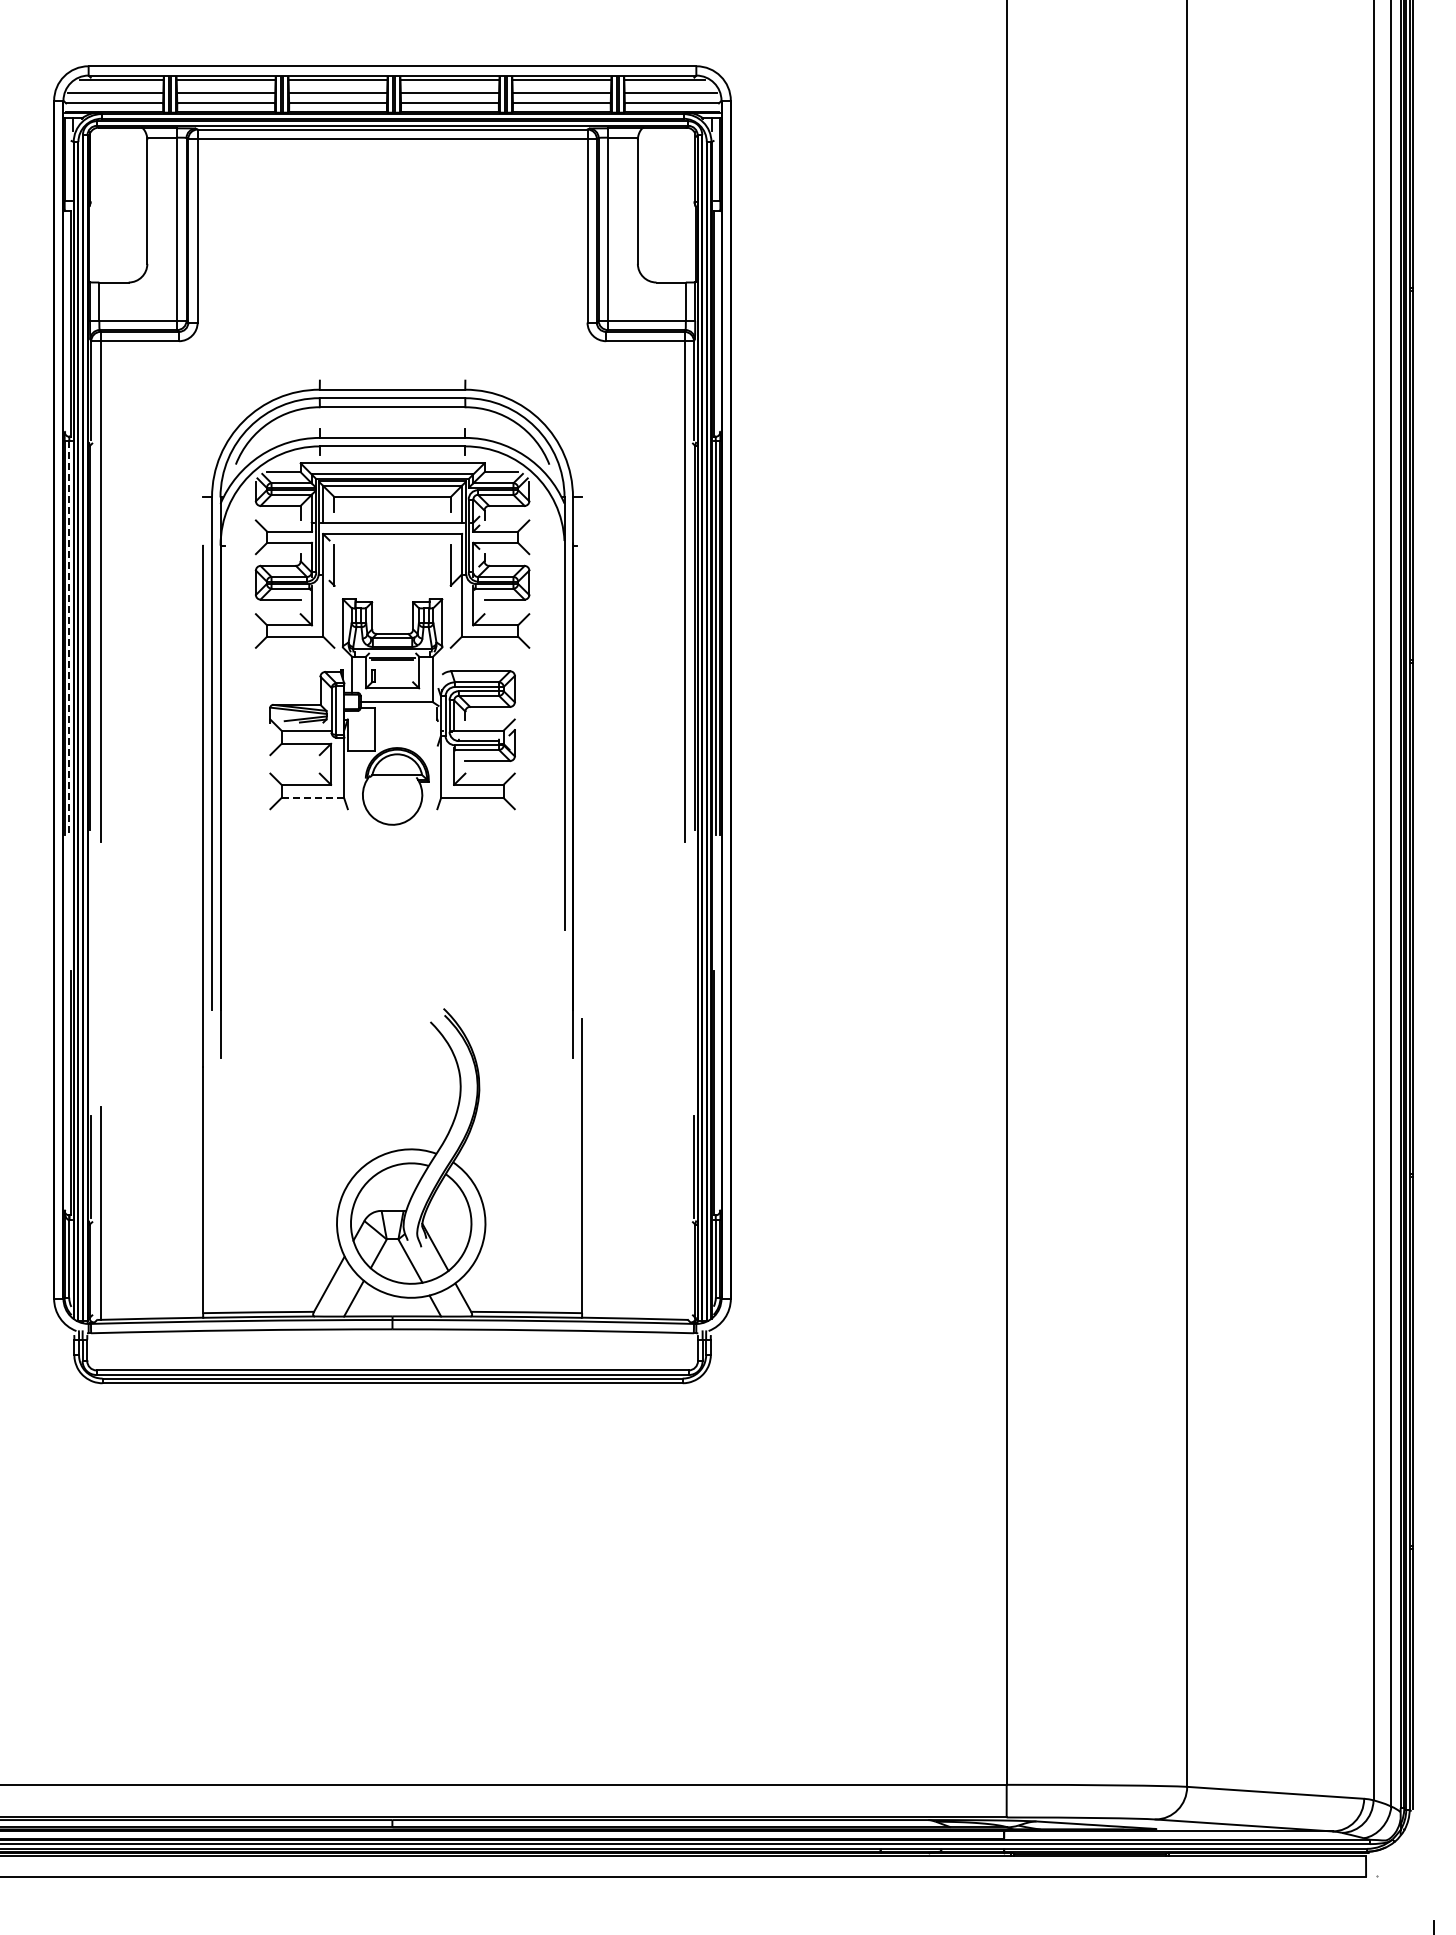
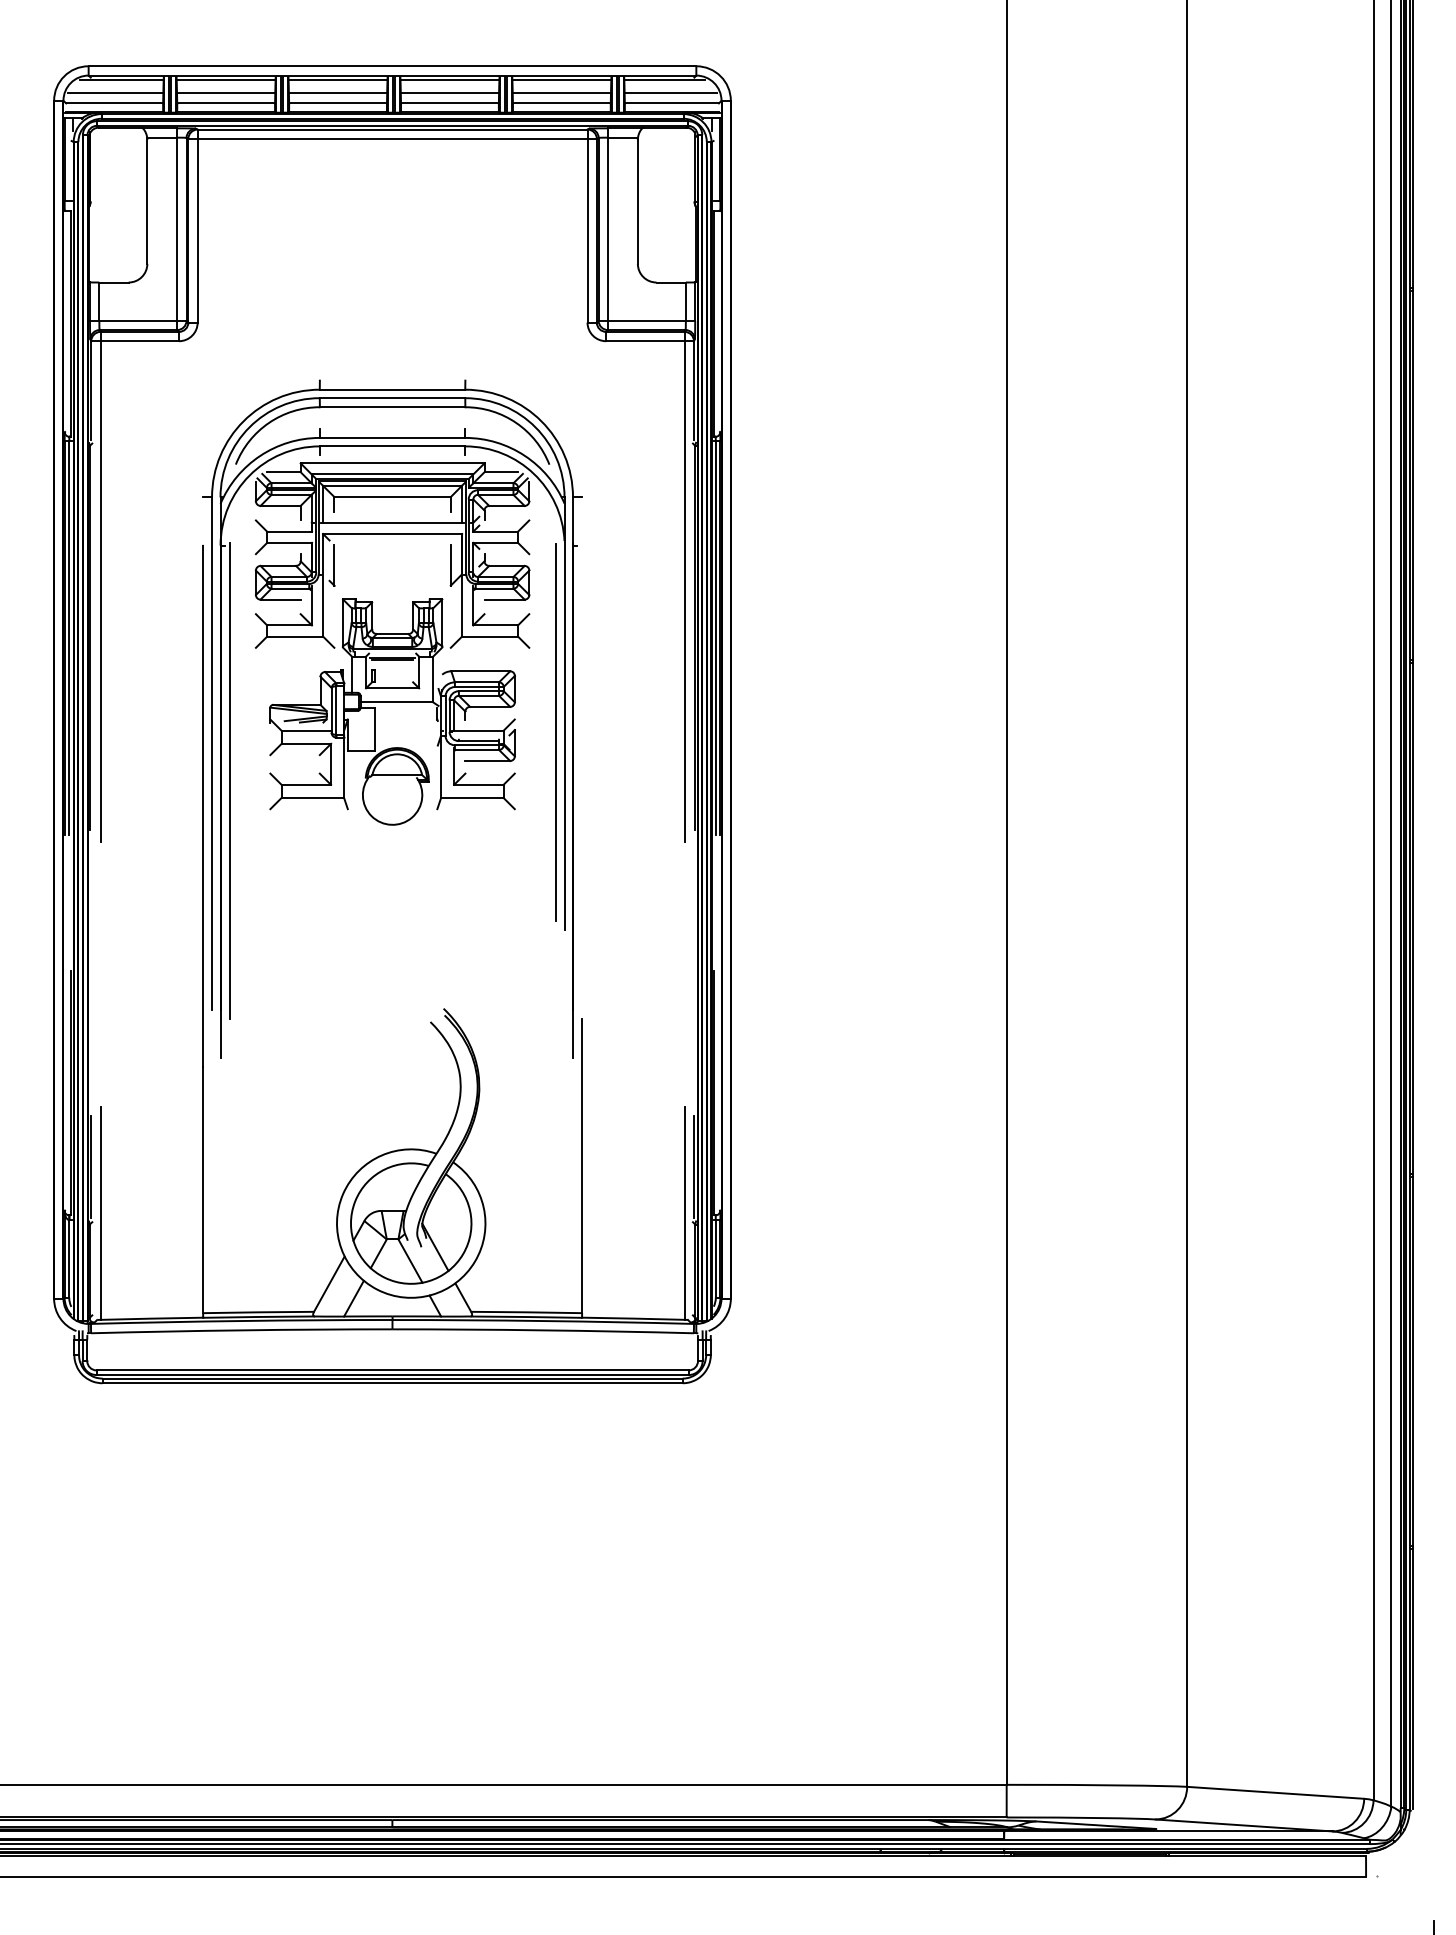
line at (69, 638): dashed -> solid
line at (555, 732): none -> present
line at (229, 780): none -> present
line at (313, 797): dashed -> solid
line at (684, 1212): none -> present
